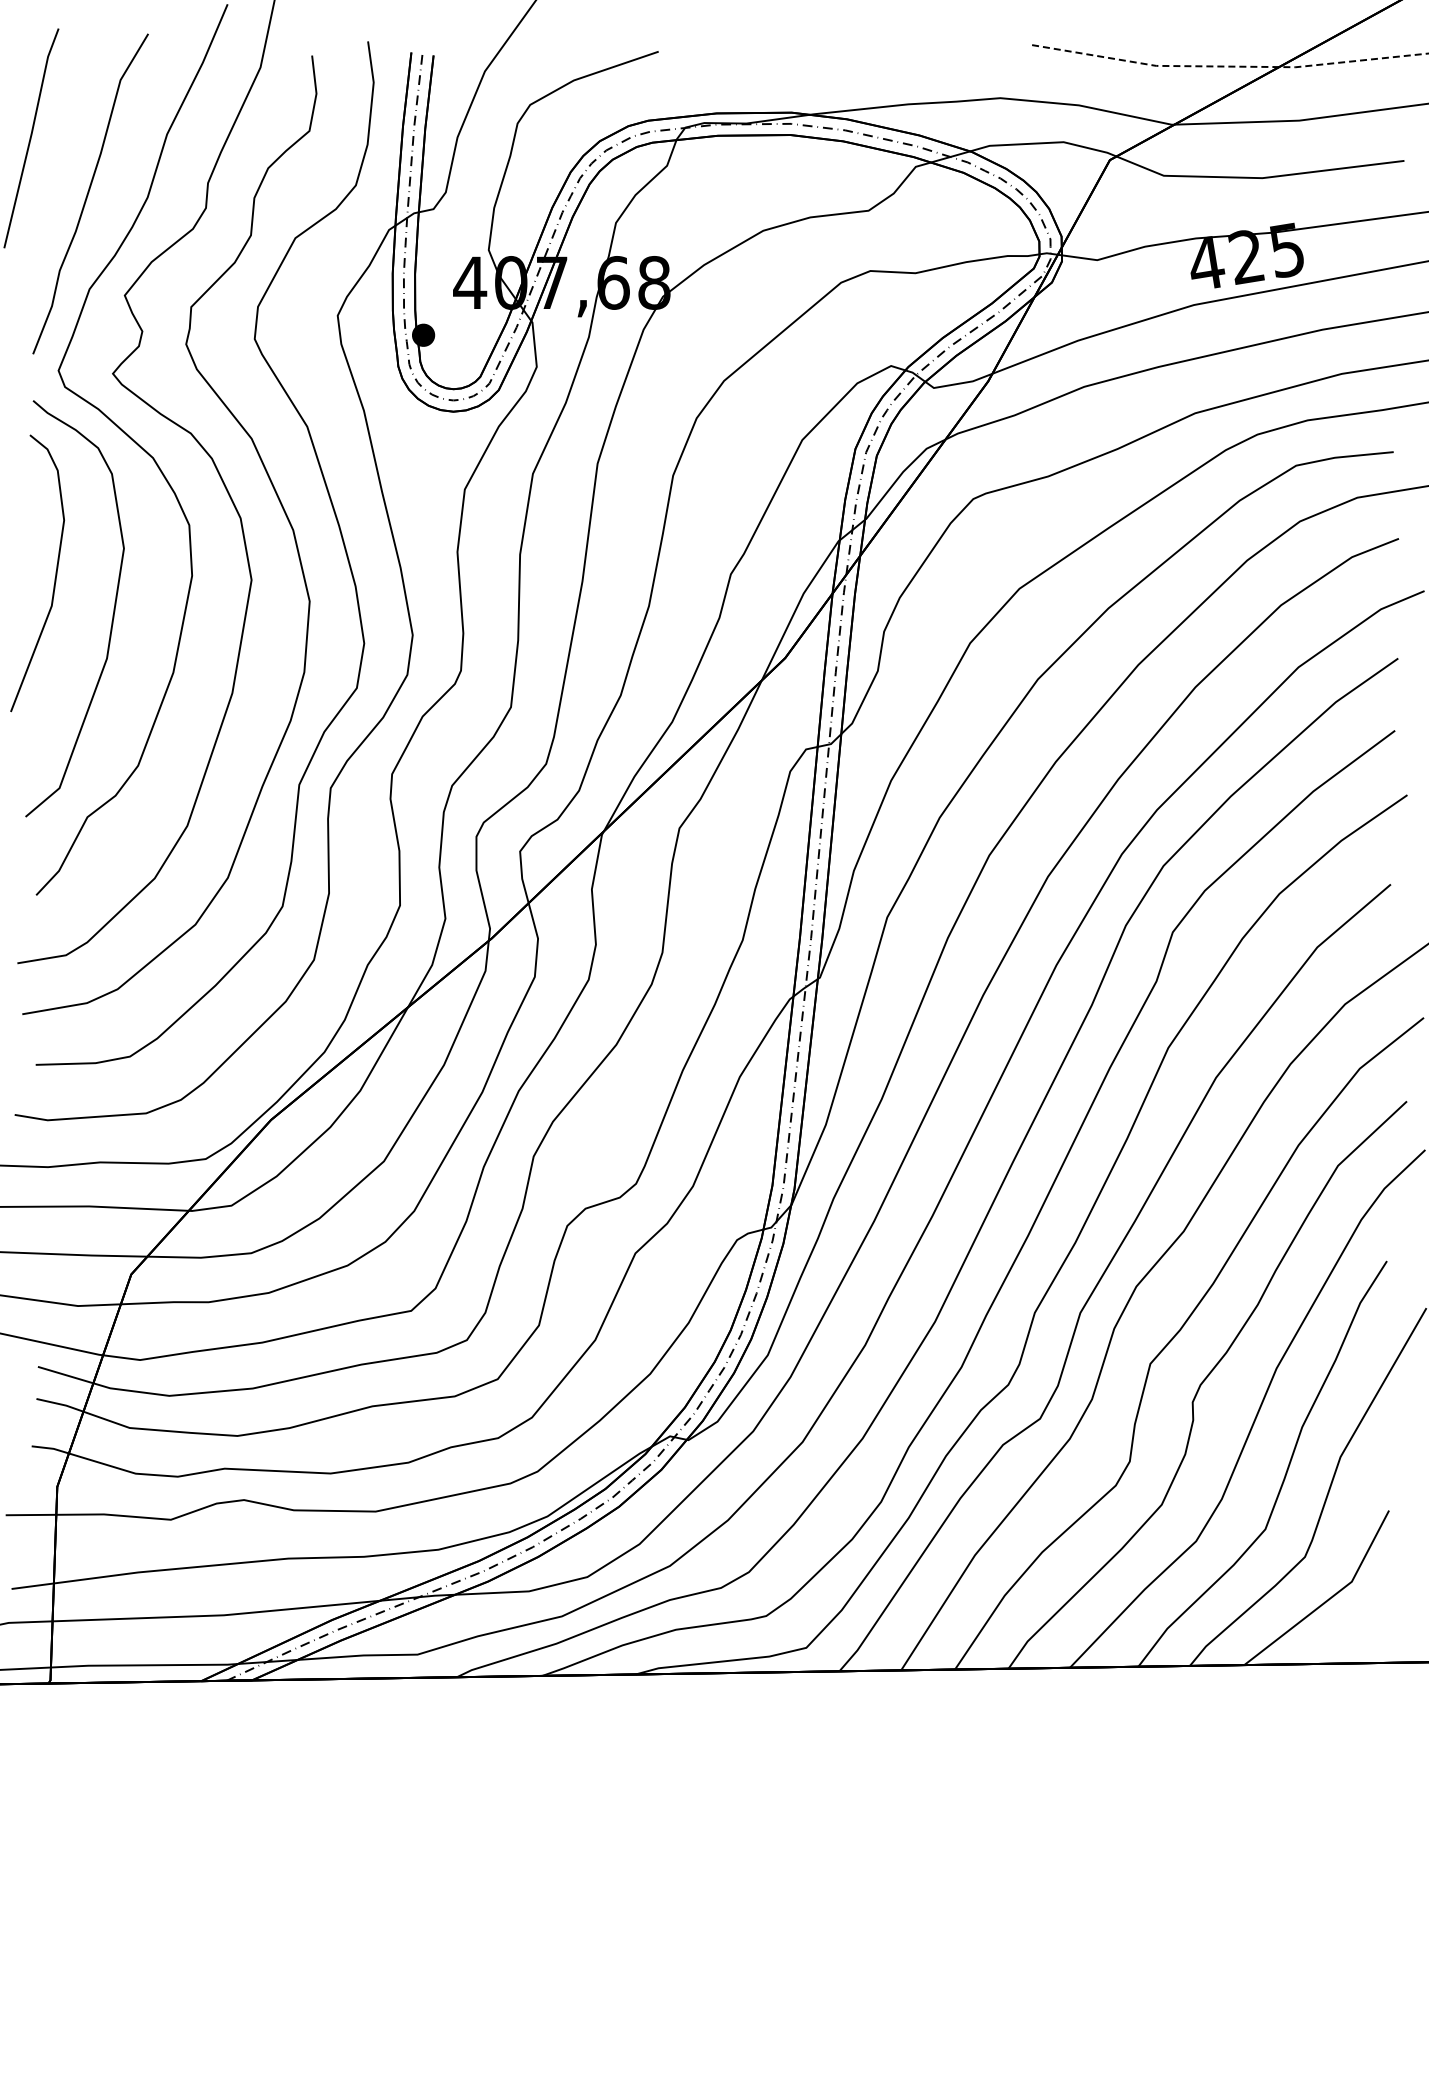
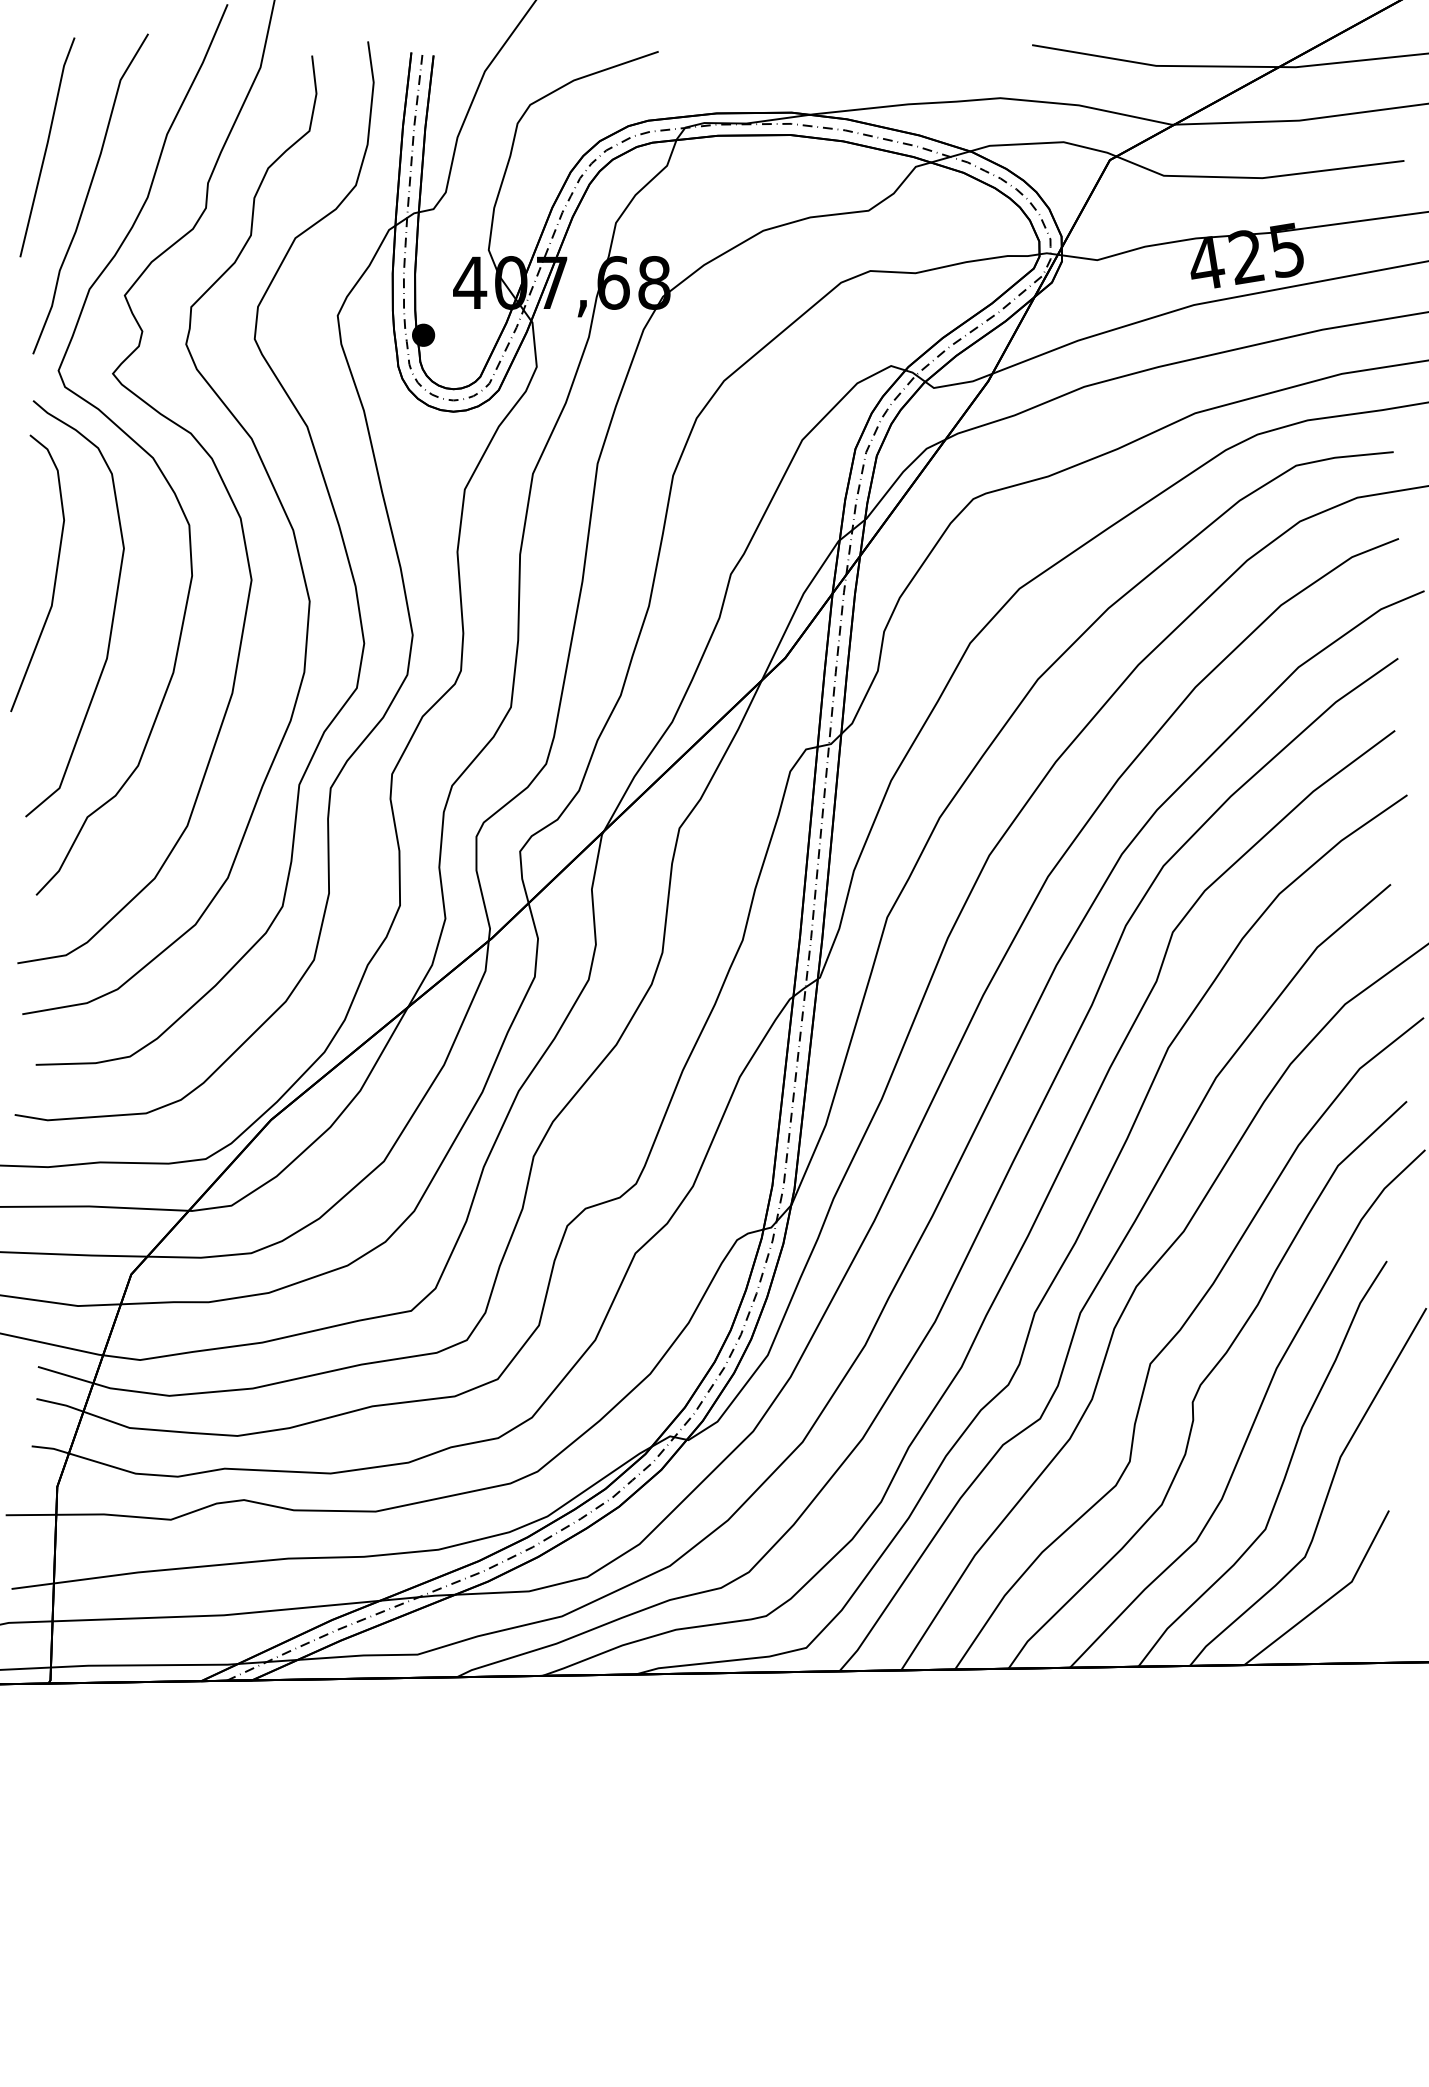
line at (1230, 66): dashed -> solid
line at (31, 138) position: (31, 138) -> (47, 147)
